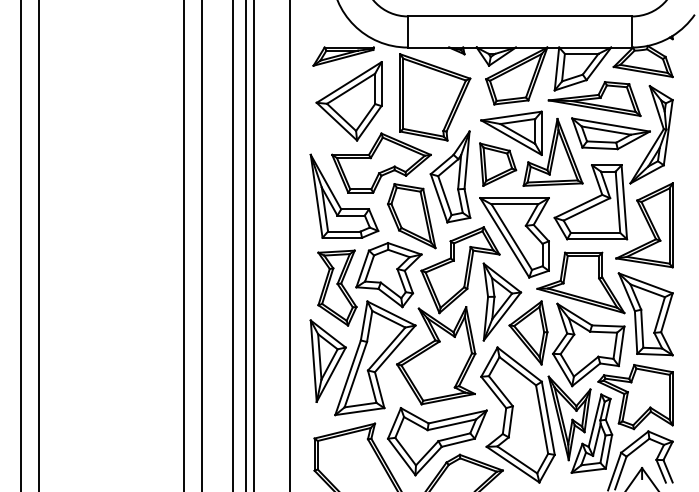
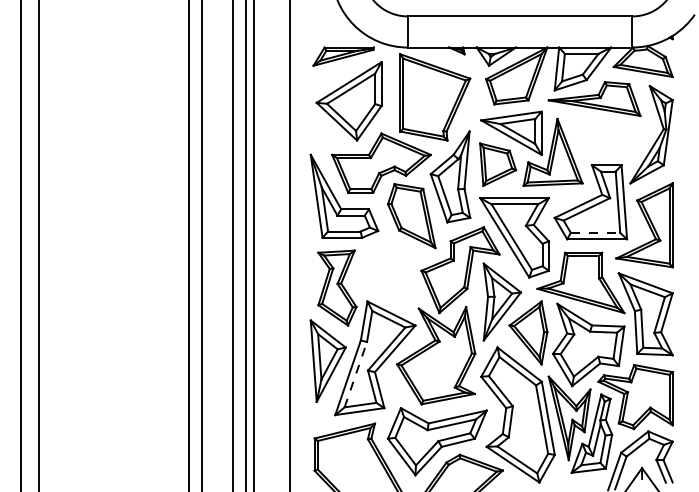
part at (610, 133): present -> none
line at (595, 232): solid -> dashed
line at (184, 245) position: (184, 245) -> (189, 245)
part at (388, 275): present -> none
line at (355, 374): solid -> dashed
